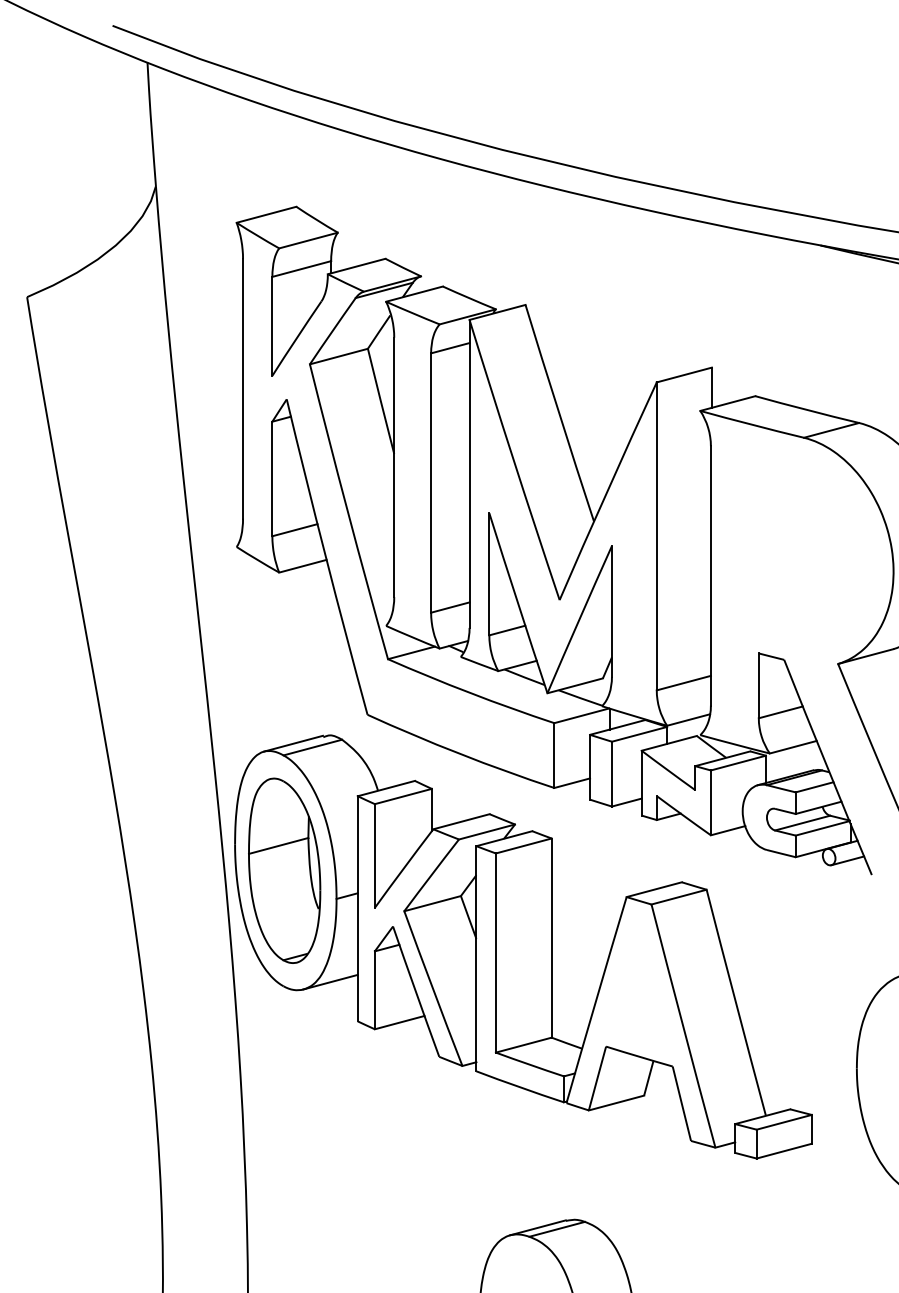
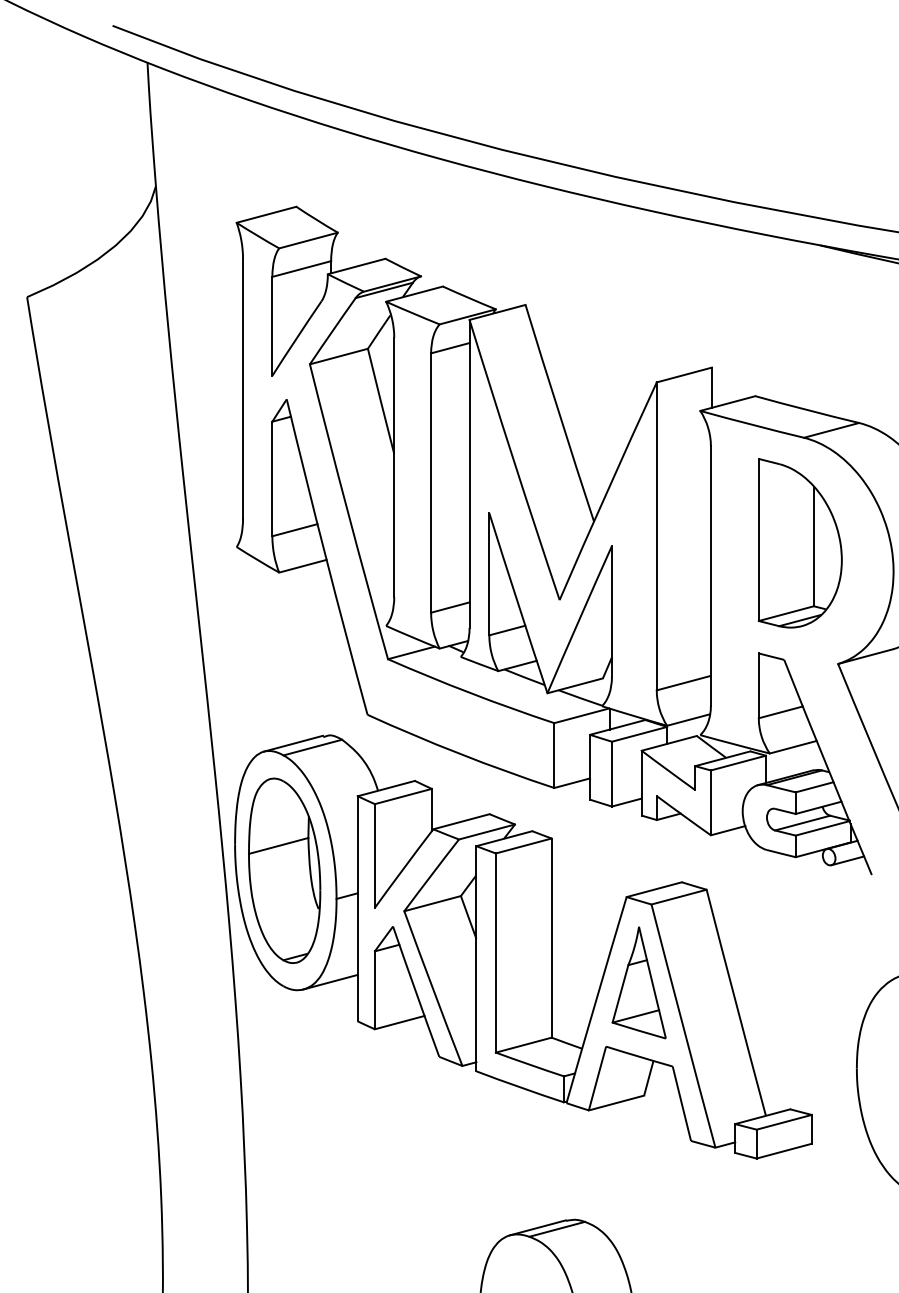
part at (799, 543): none -> present
part at (638, 982): none -> present
